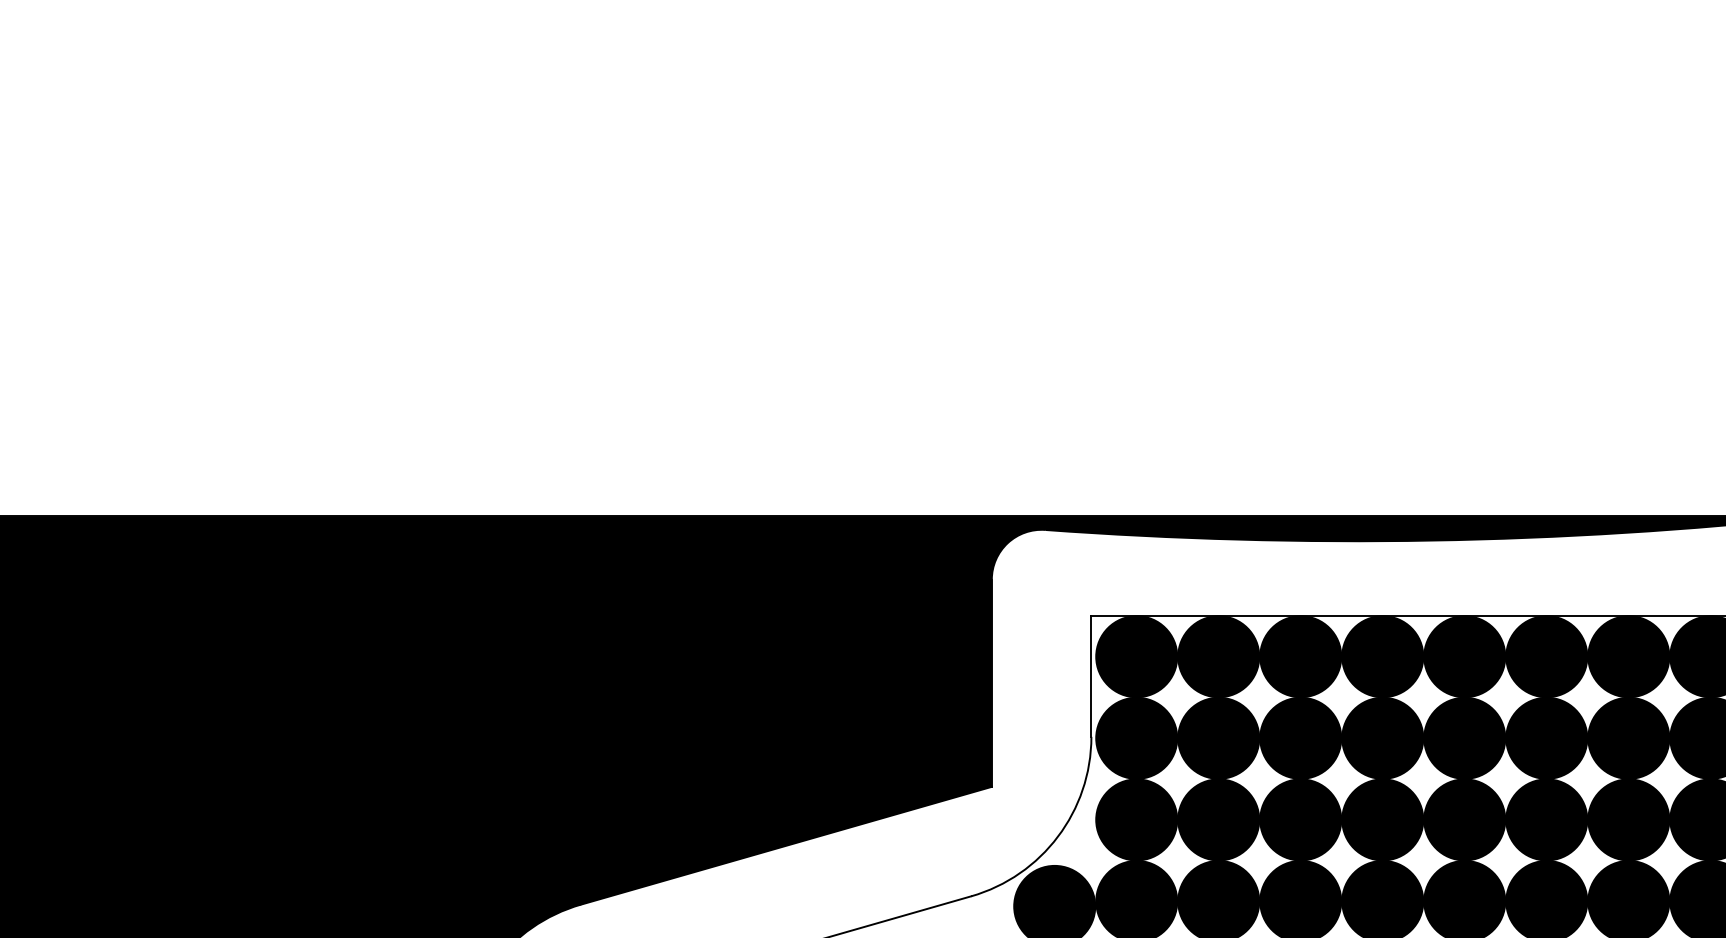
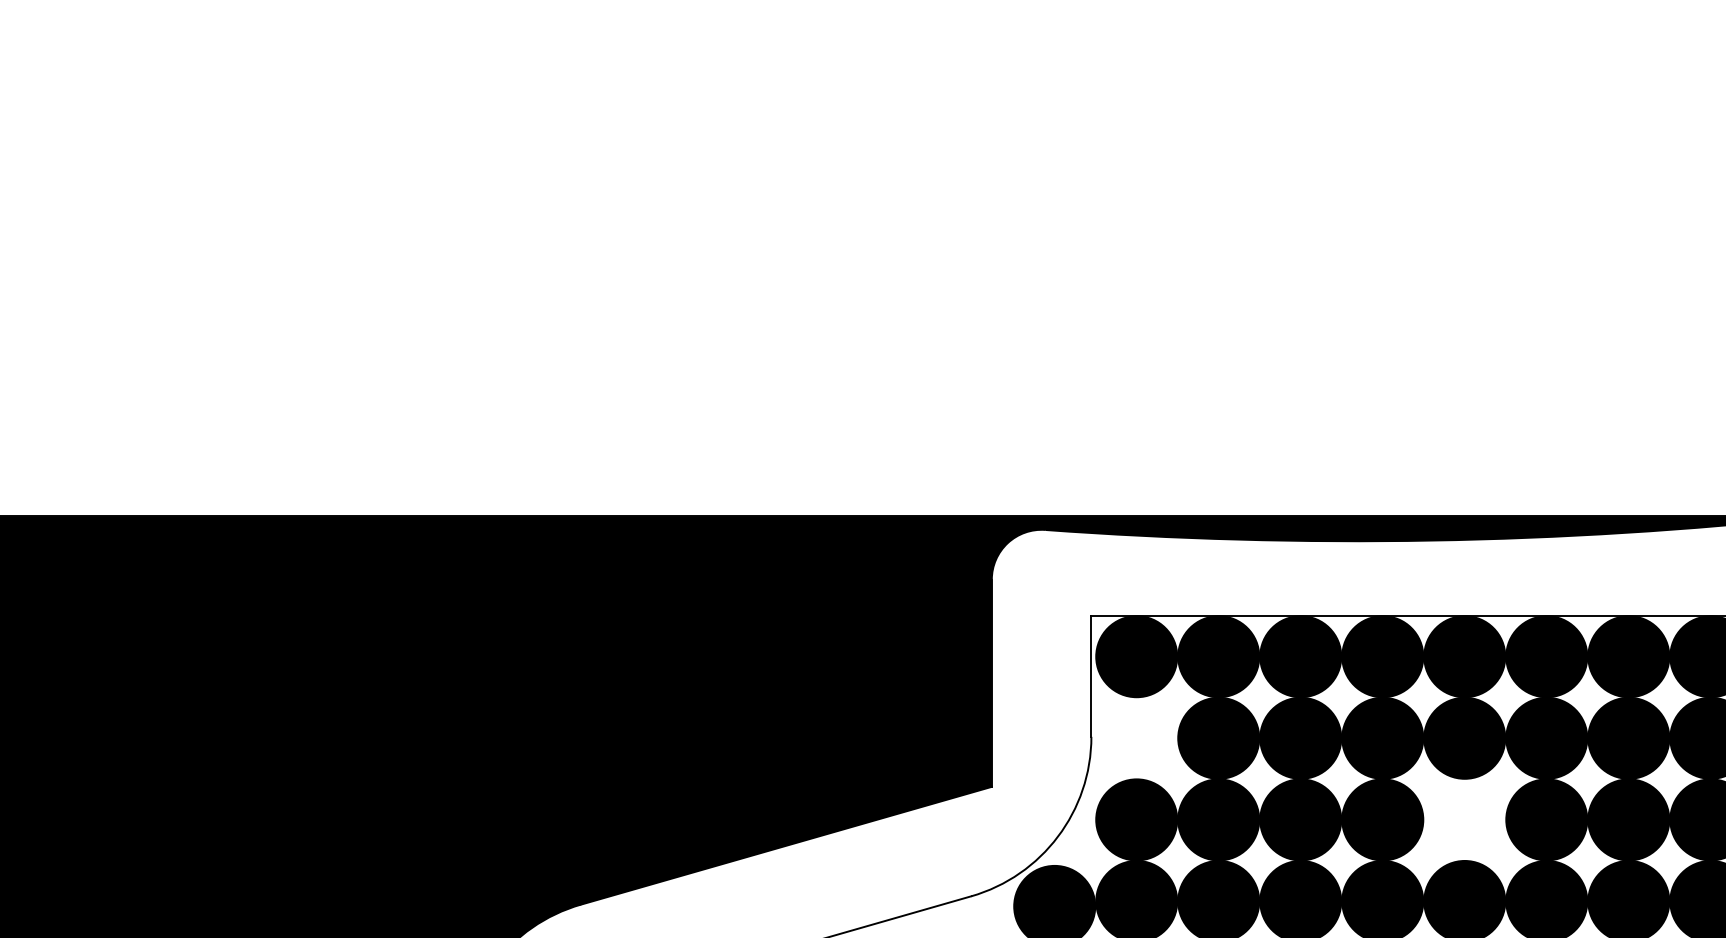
fill at (1136, 737): present -> none
fill at (1464, 819): present -> none
